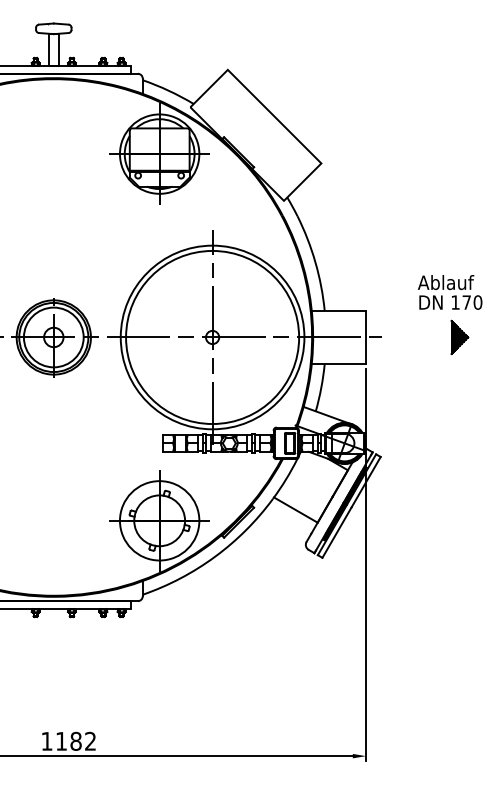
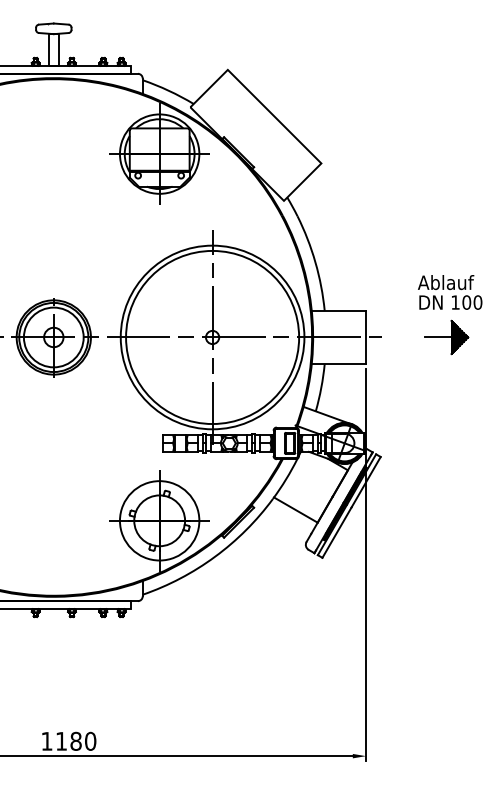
text at (466, 302): 170 -> 100
line at (437, 337): none -> present
text at (90, 740): 1182 -> 1180
